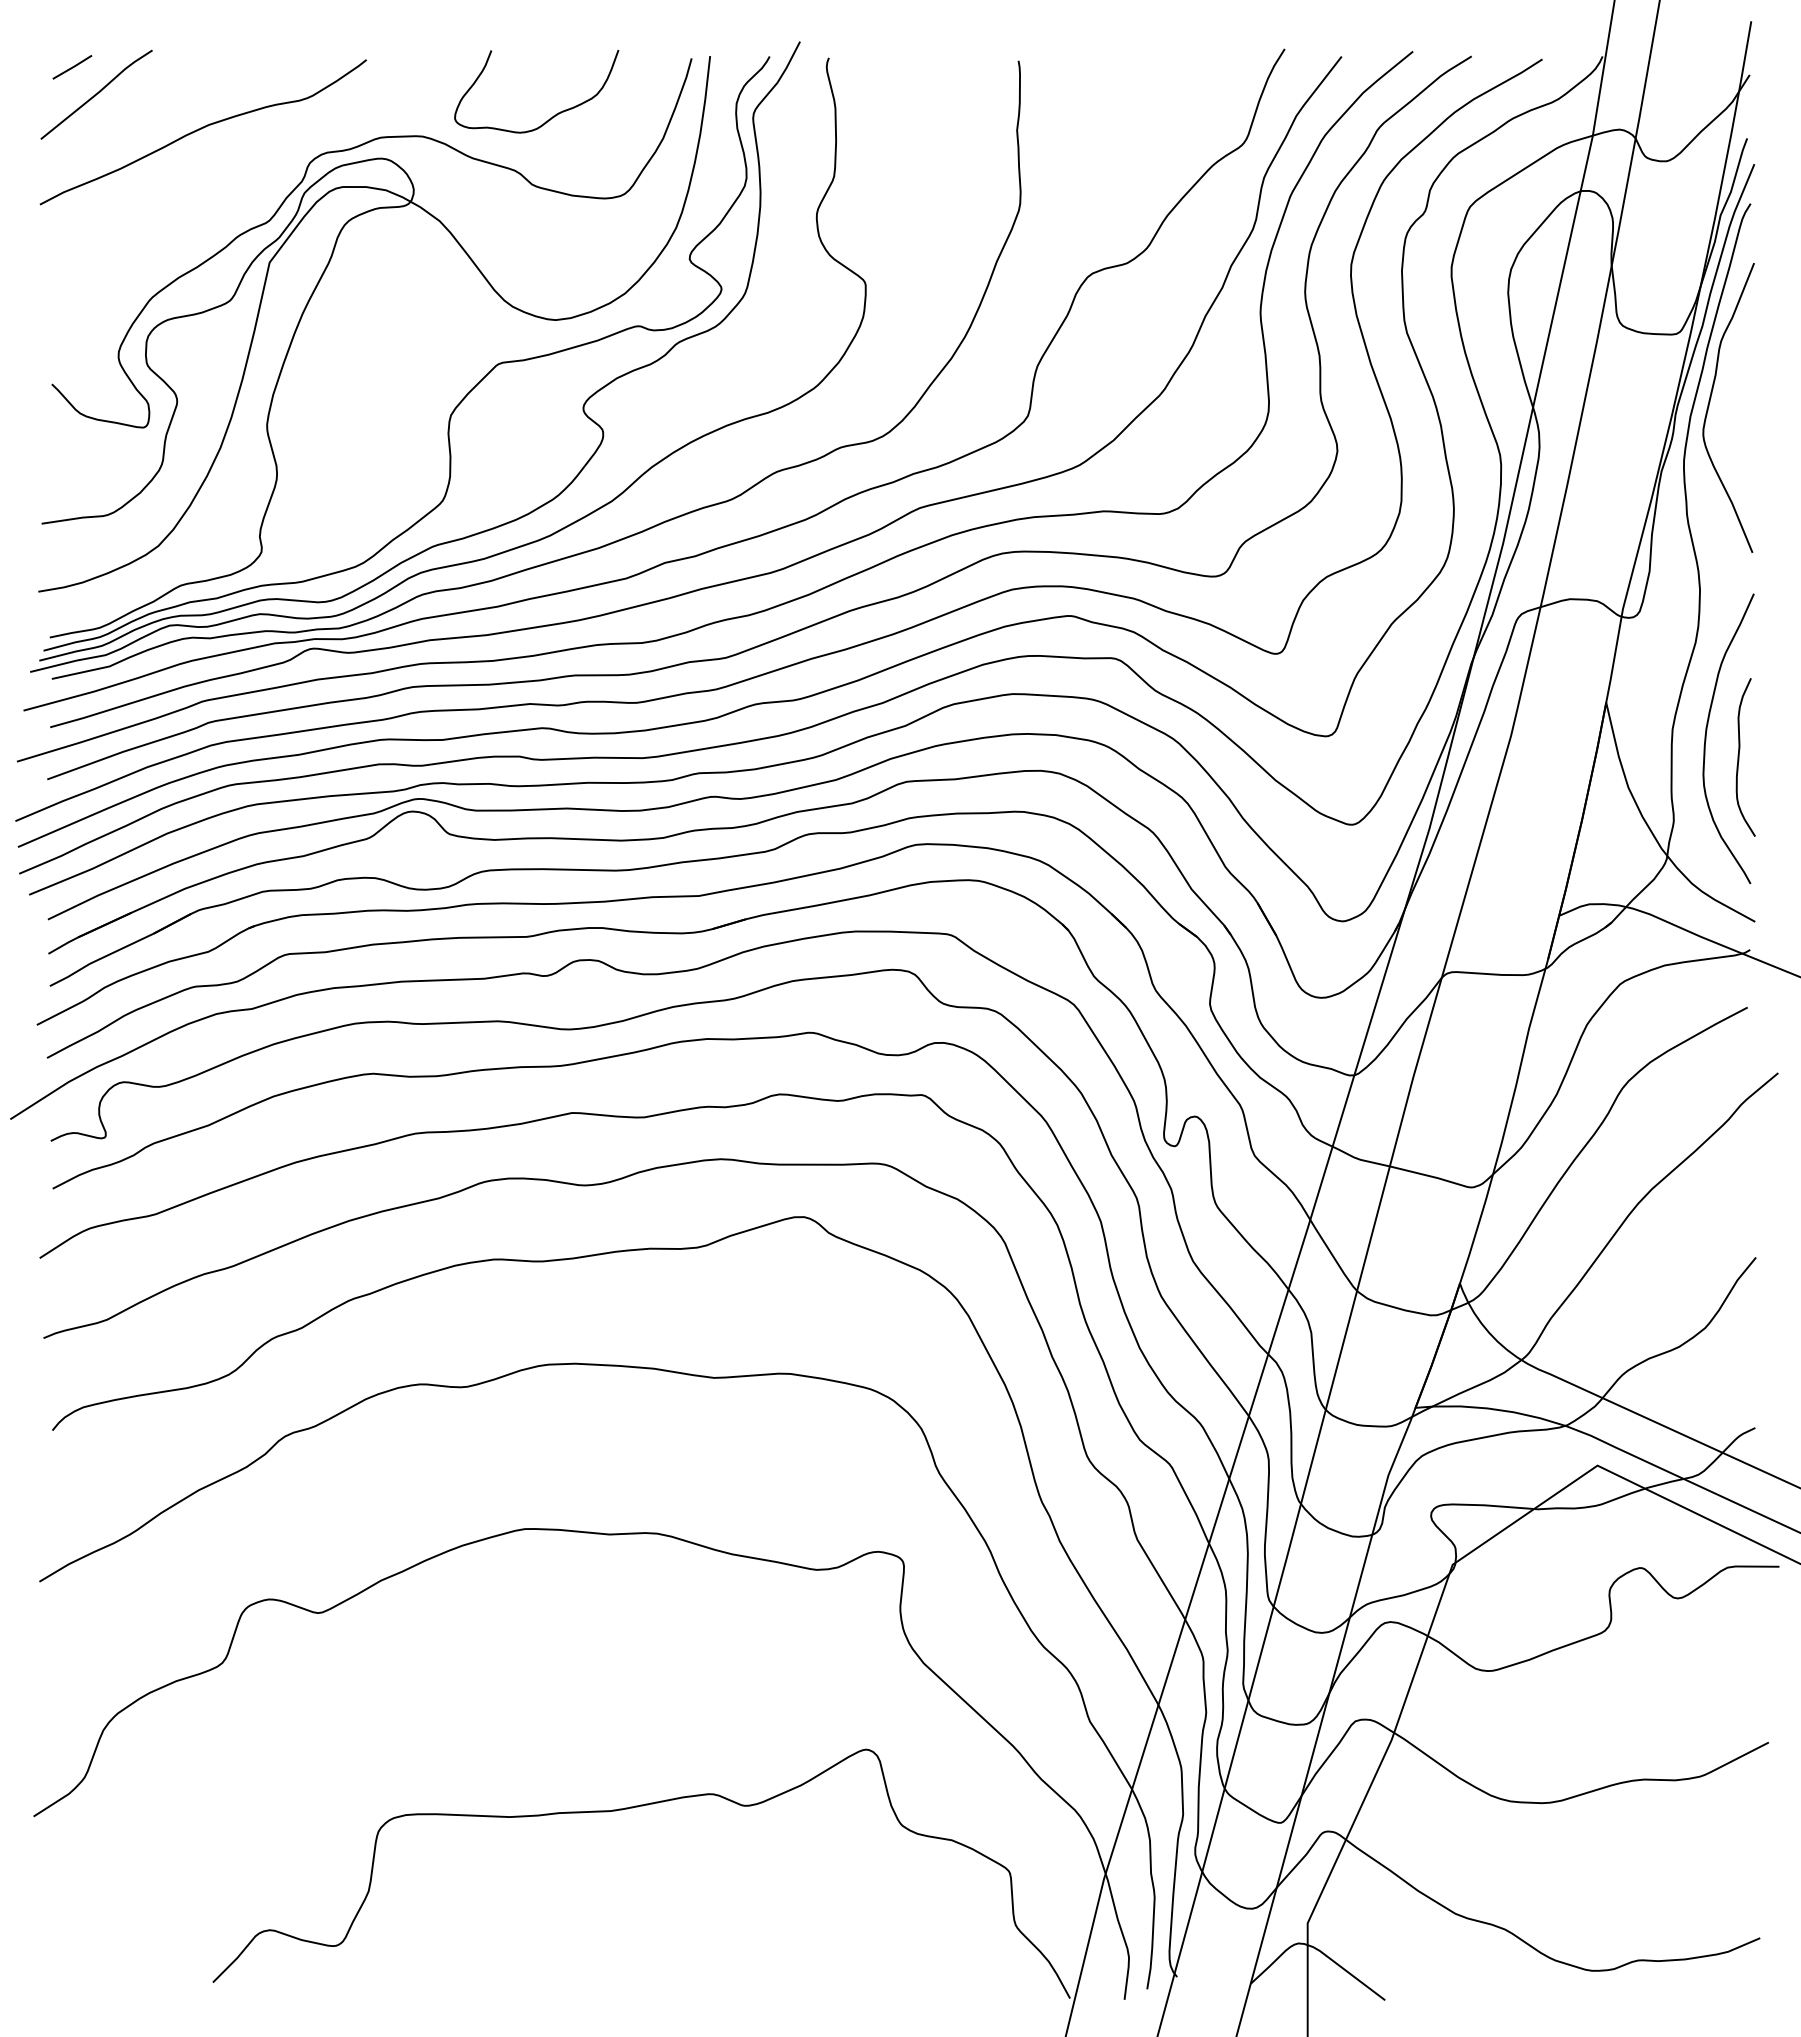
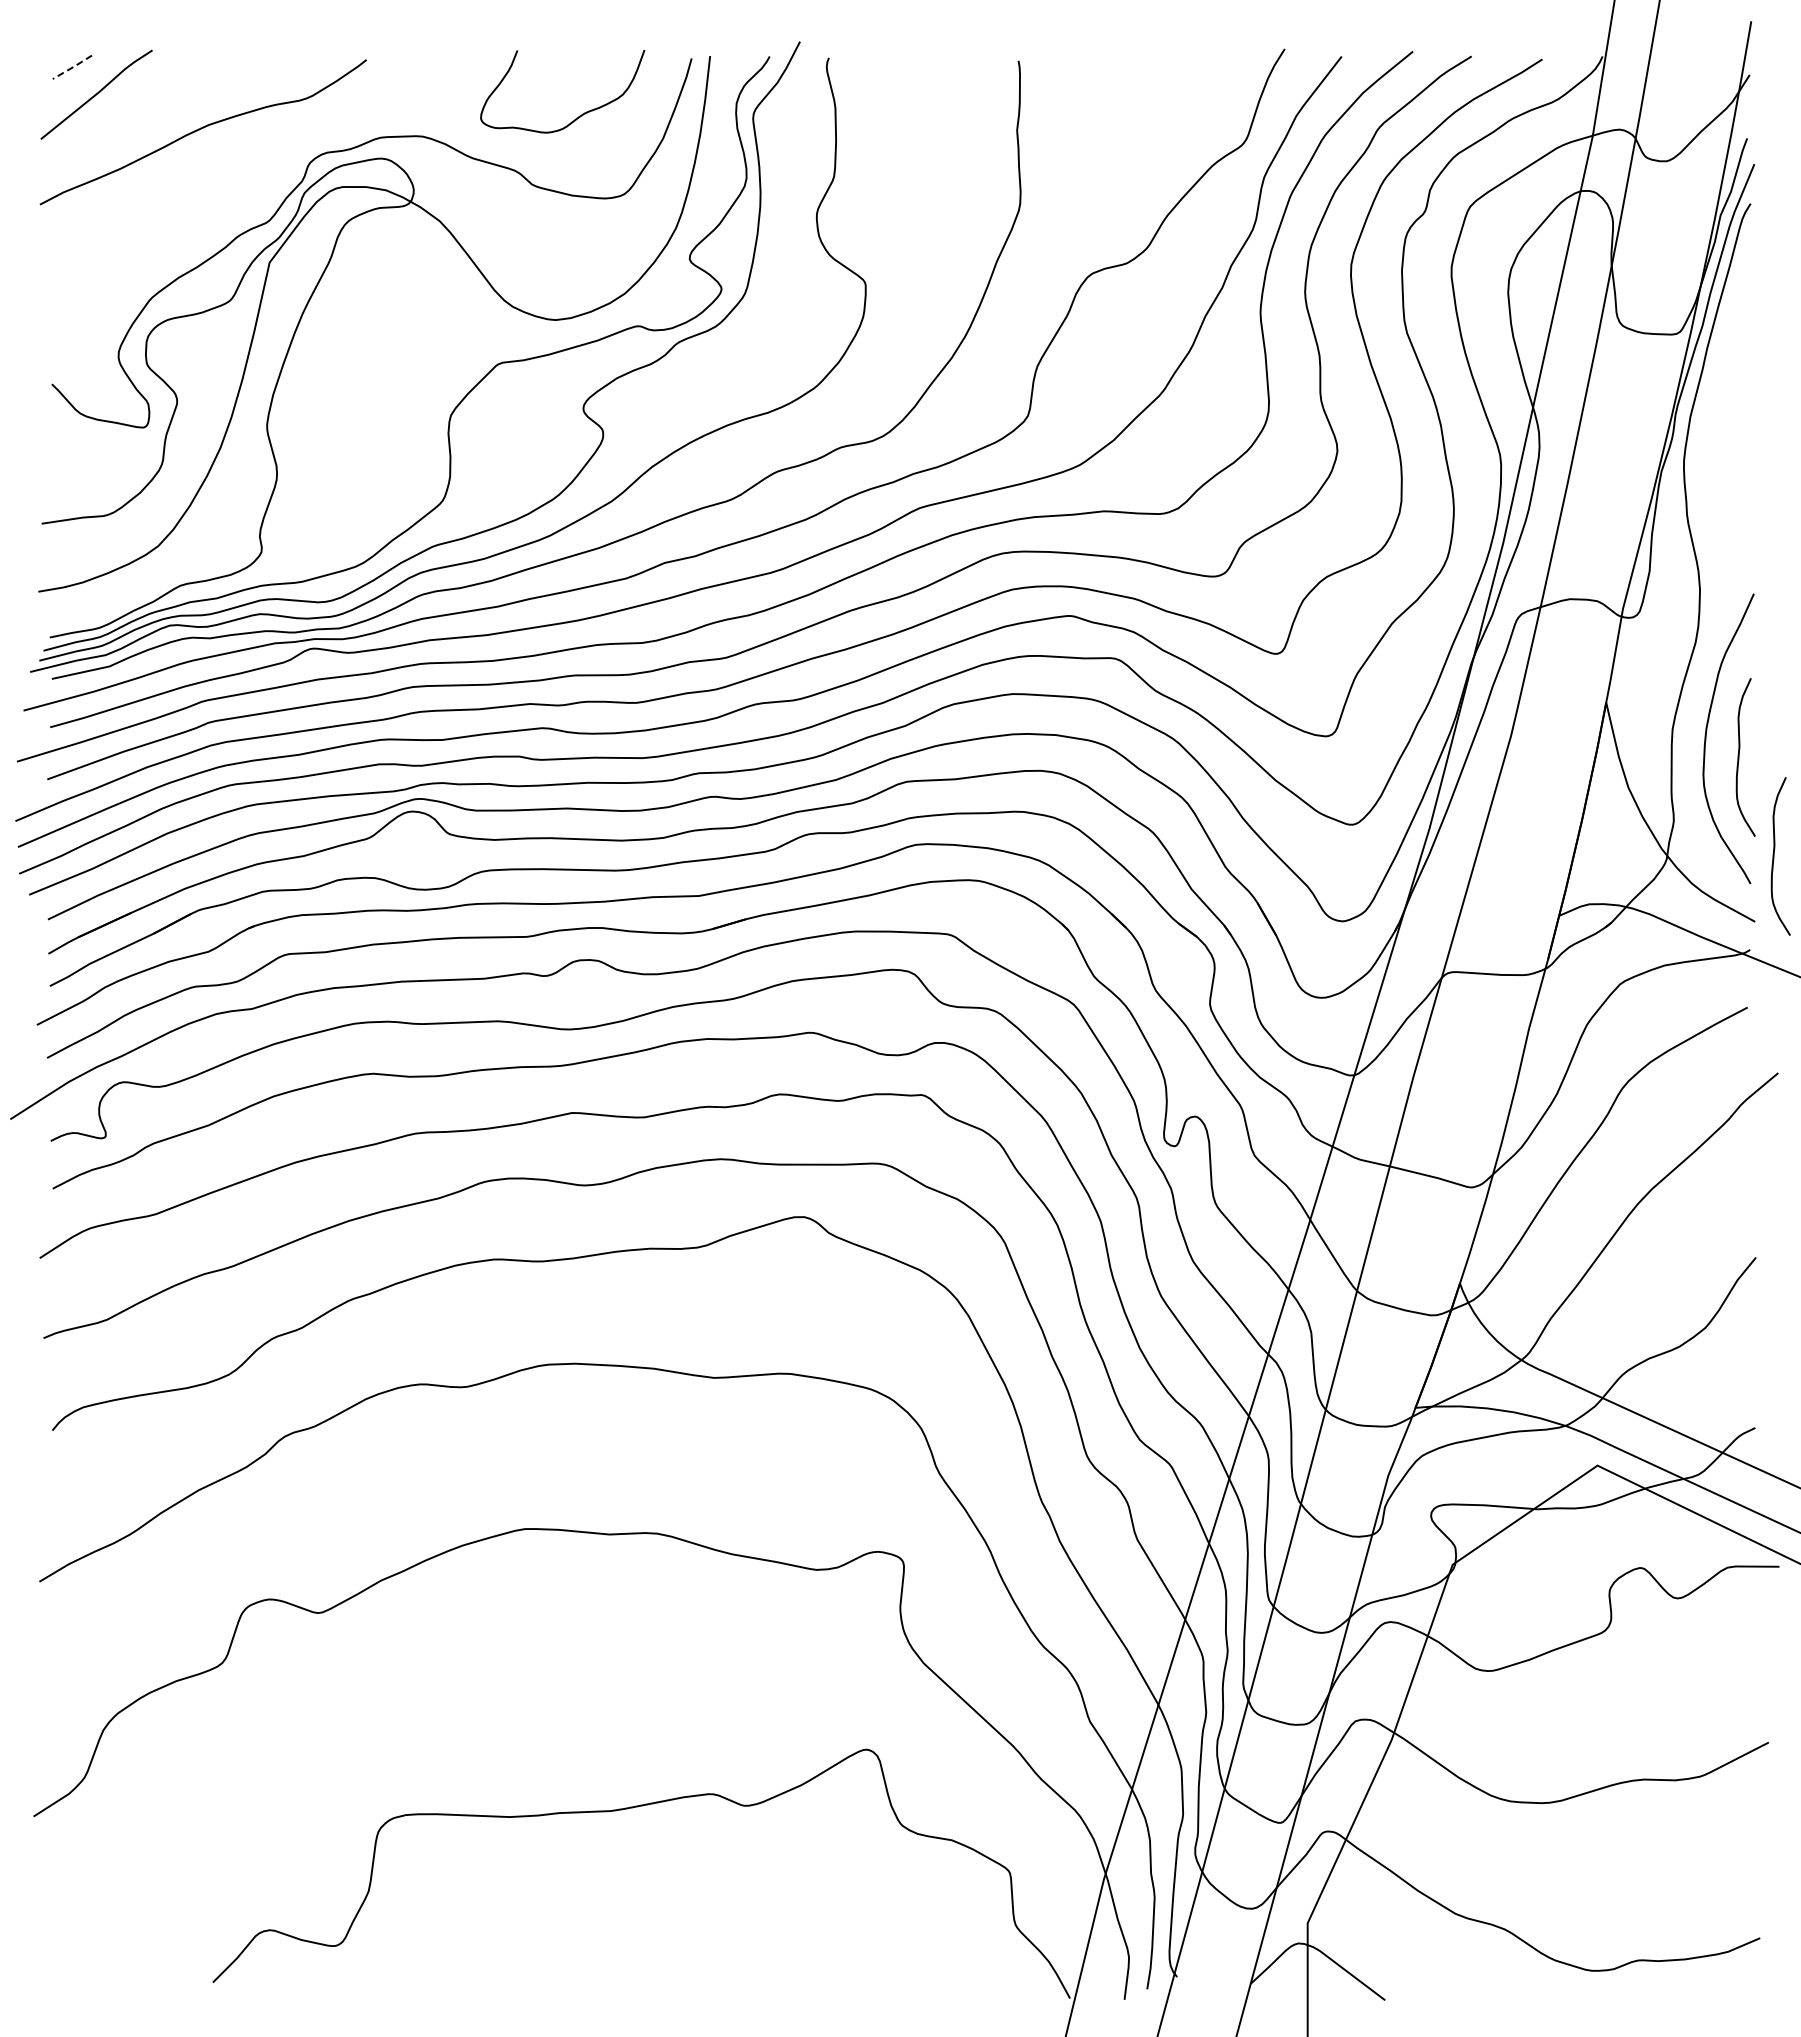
line at (73, 67): solid -> dashed
curve at (553, 115) position: (553, 115) -> (579, 115)
curve at (1710, 402): present -> none
curve at (1774, 856): none -> present
